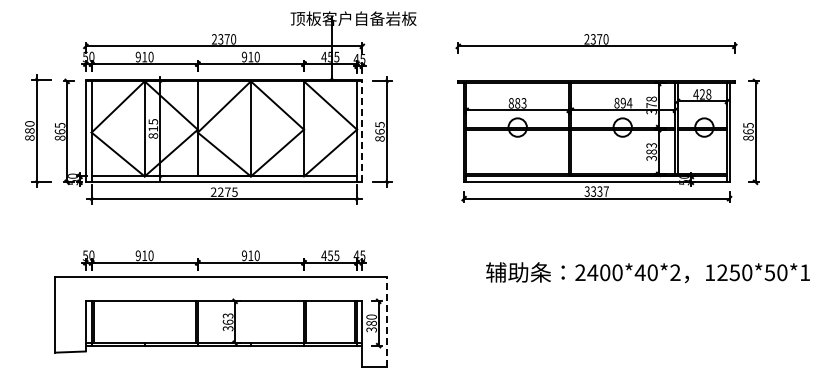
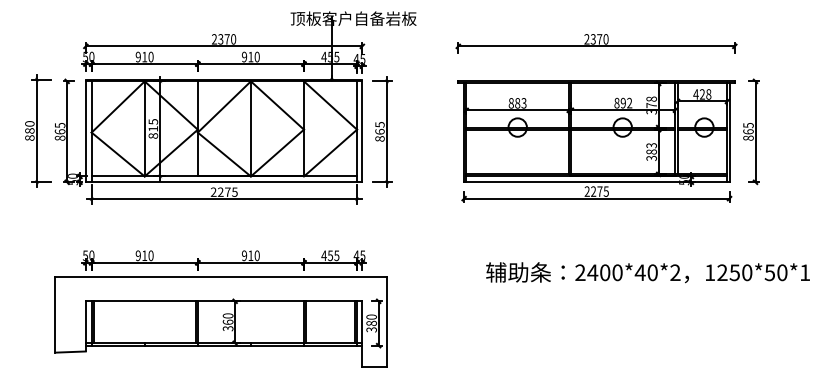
text at (629, 102): 894 -> 892
line at (362, 131): dashed -> solid
text at (596, 191): 3337 -> 2275
text at (228, 315): 363 -> 360
line at (386, 321): dashed -> solid
